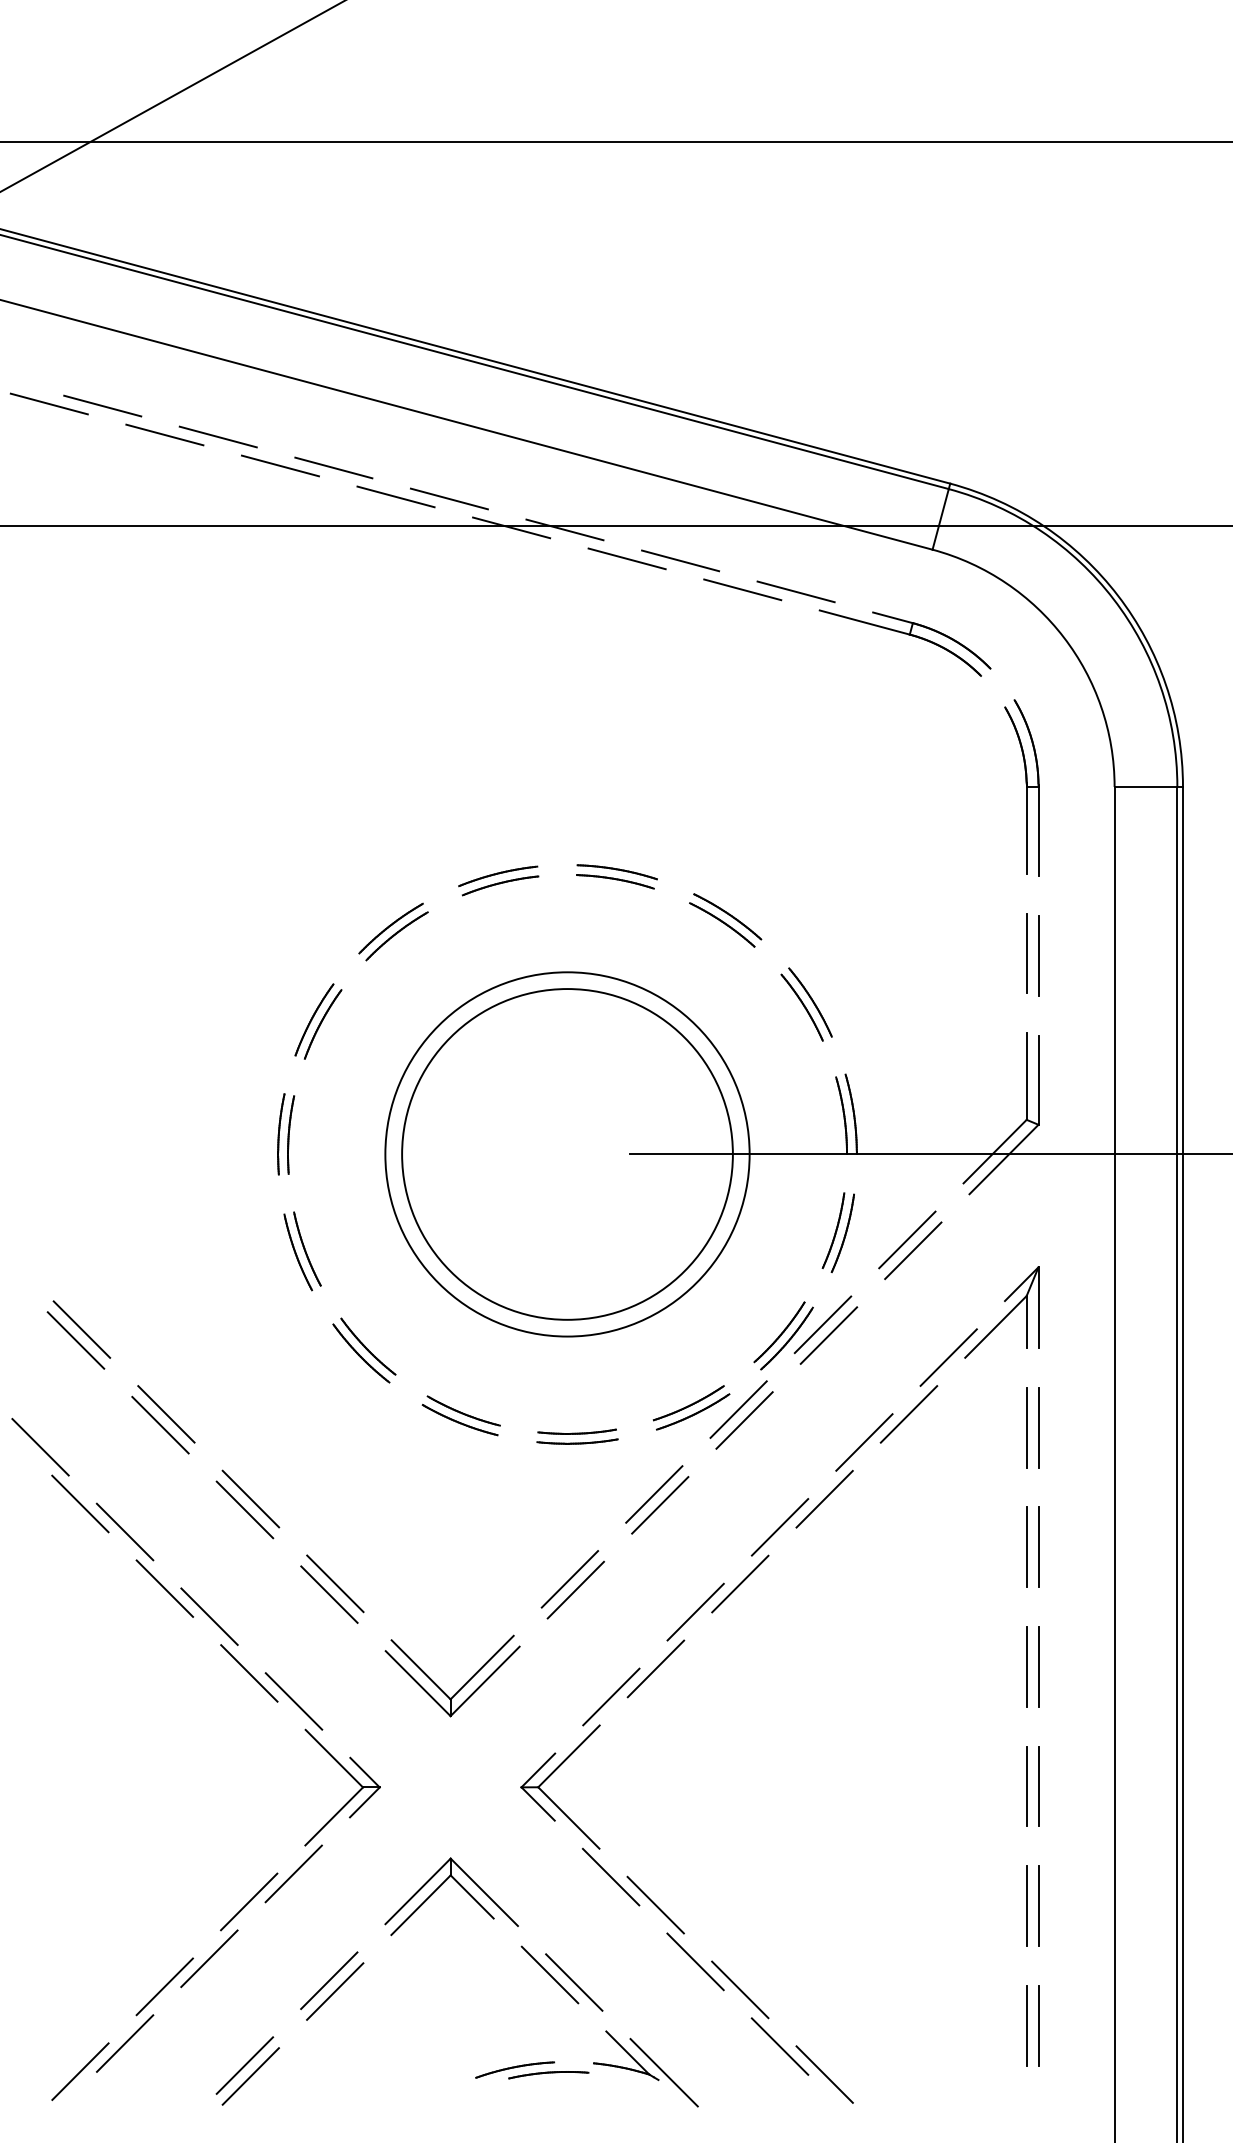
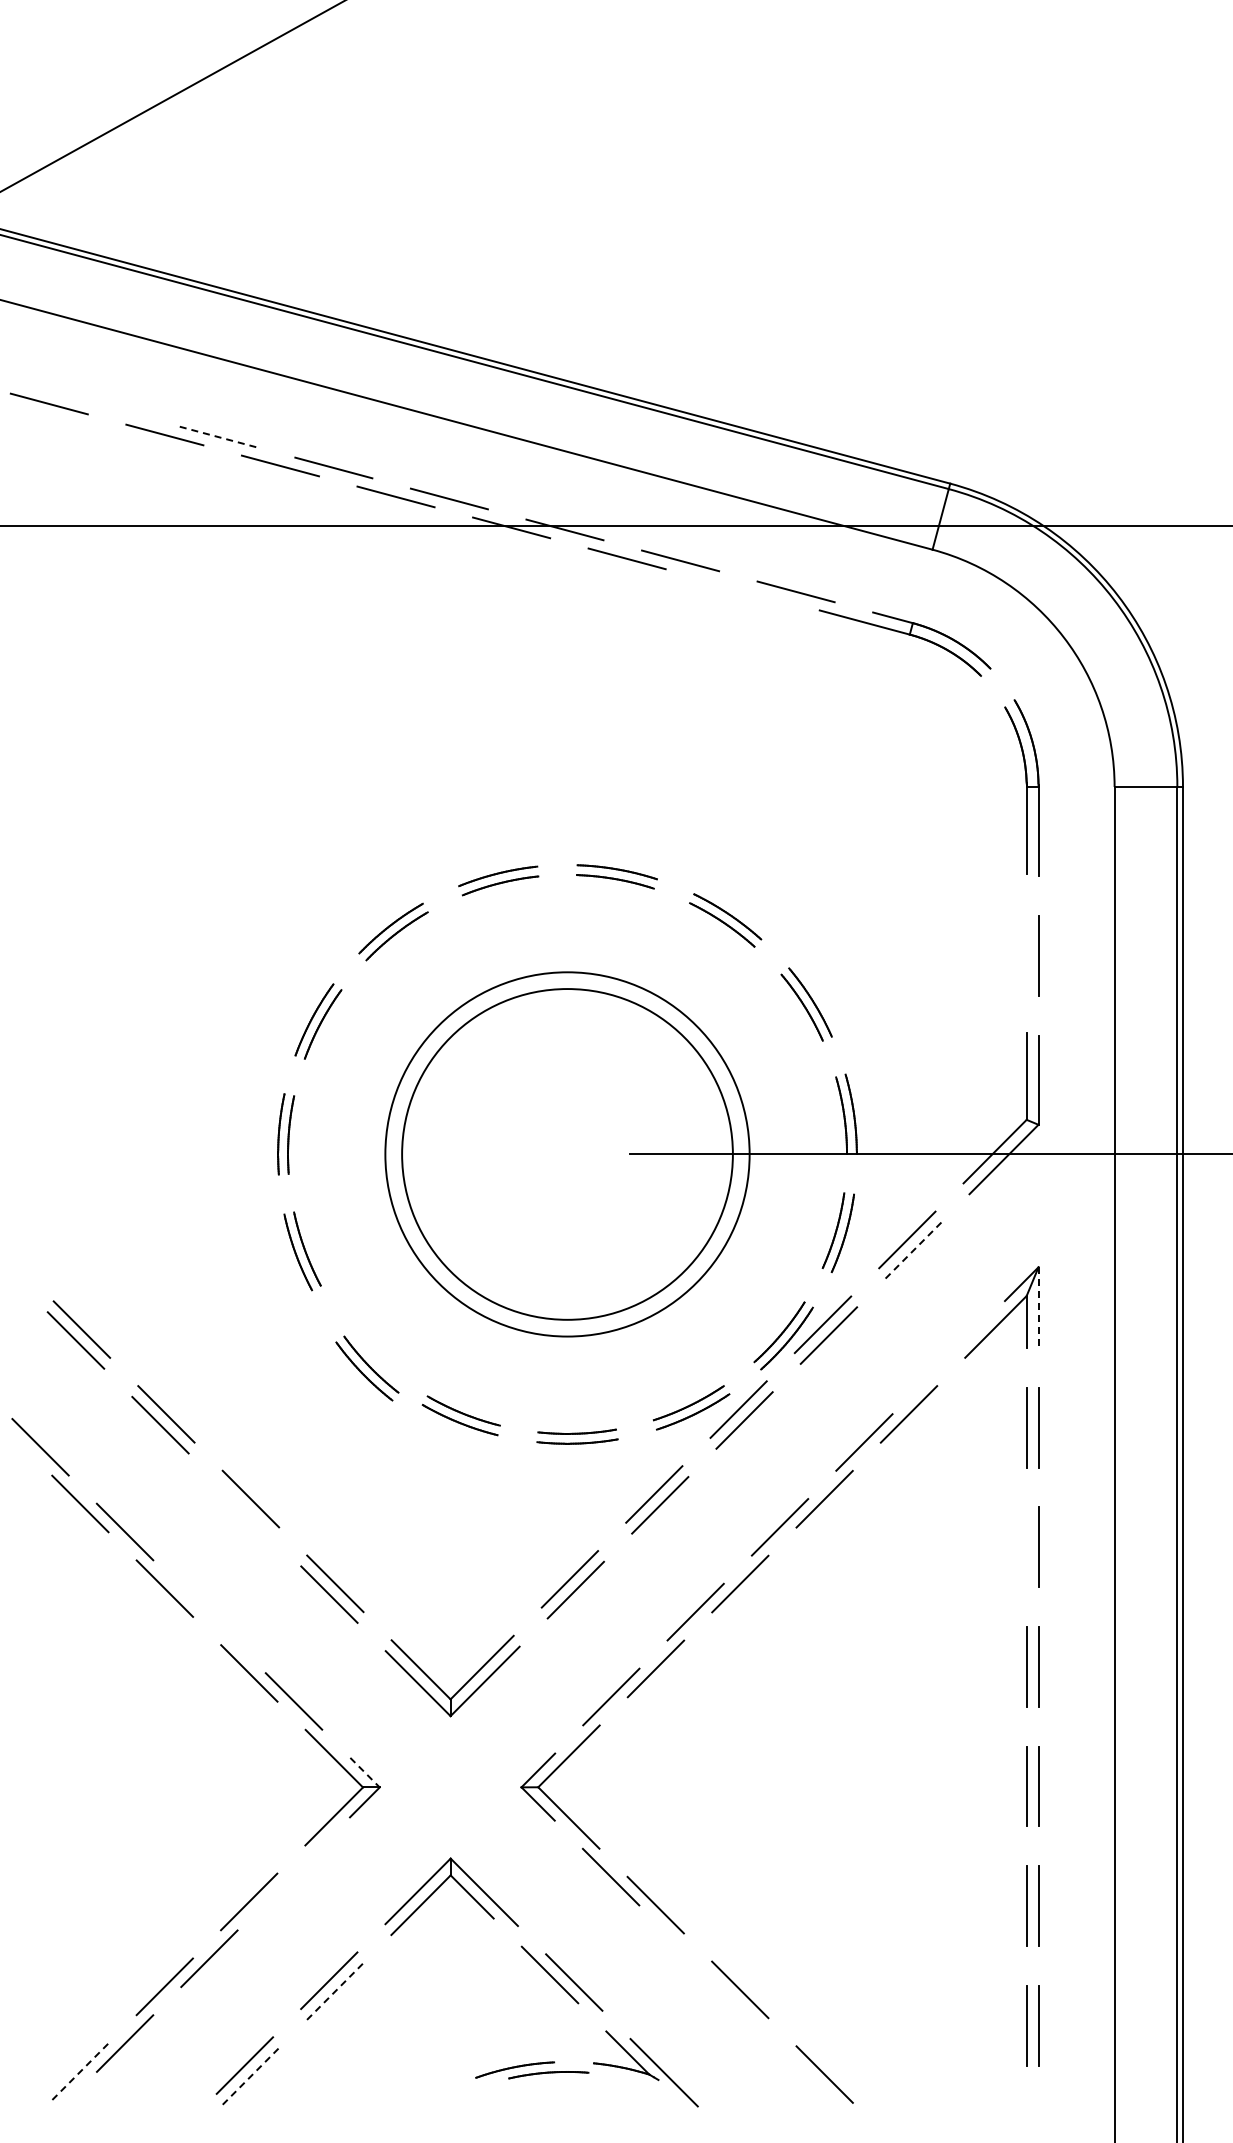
line at (615, 142): present -> none
line at (102, 405): present -> none
line at (218, 437): solid -> dashed
line at (742, 589): present -> none
line at (1026, 953): present -> none
line at (913, 1250): solid -> dashed
line at (1038, 1308): solid -> dashed
part at (364, 1350) position: (364, 1350) -> (367, 1368)
line at (948, 1357): present -> none
line at (244, 1509): present -> none
line at (1026, 1547): present -> none
line at (209, 1616): present -> none
line at (365, 1772): solid -> dashed
line at (293, 1873): present -> none
line at (695, 1961): present -> none
line at (335, 1991): solid -> dashed
line at (779, 2046): present -> none
line at (80, 2071): solid -> dashed
line at (250, 2076): solid -> dashed
